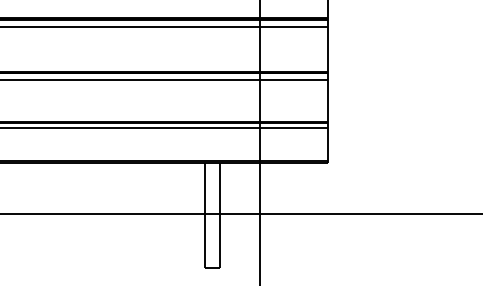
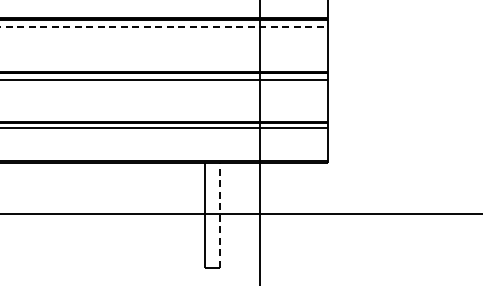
line at (164, 27): solid -> dashed
line at (220, 215): solid -> dashed
